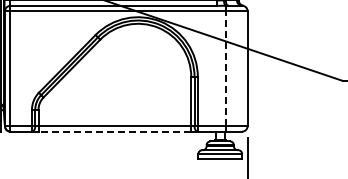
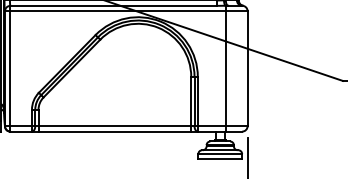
line at (225, 68): dashed -> solid
line at (114, 131): dashed -> solid
